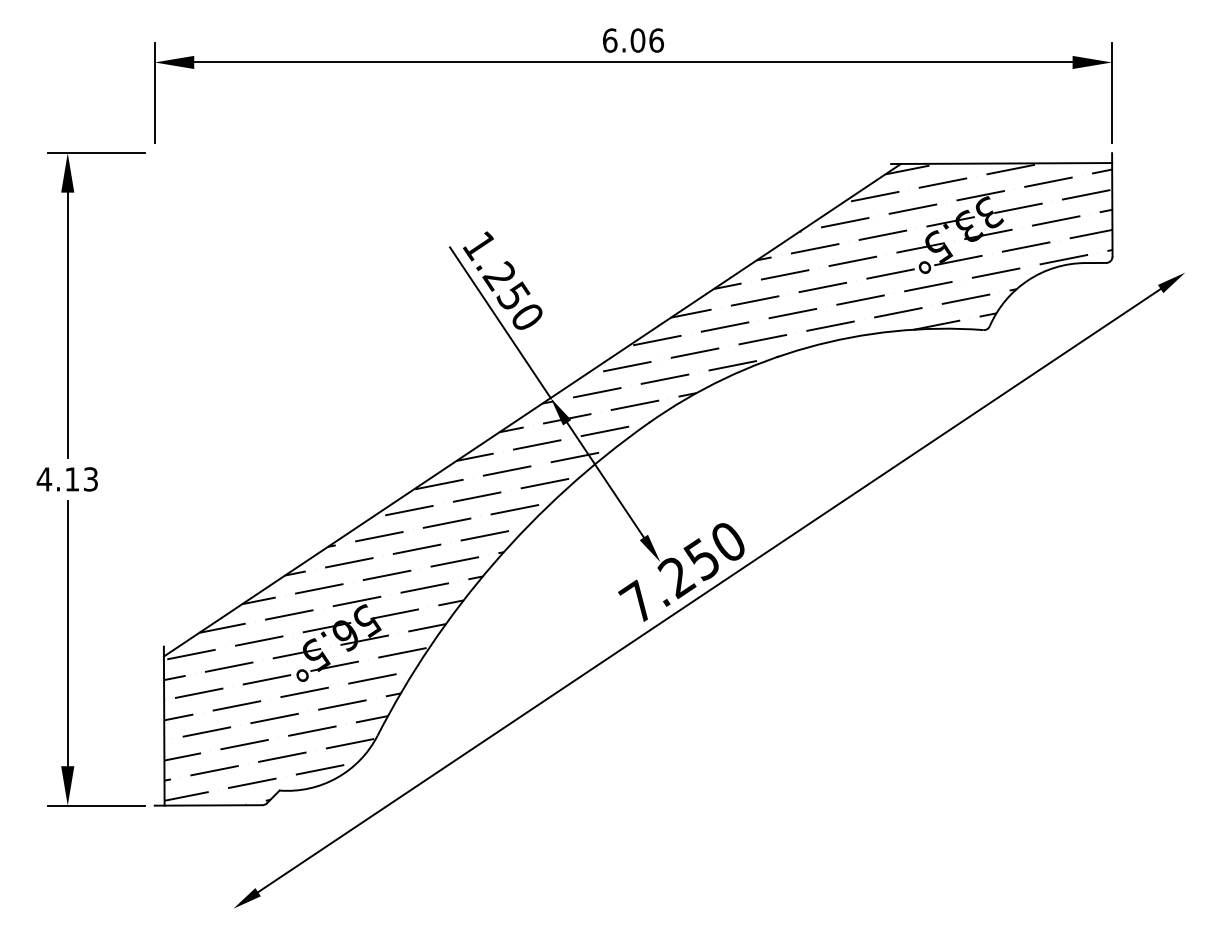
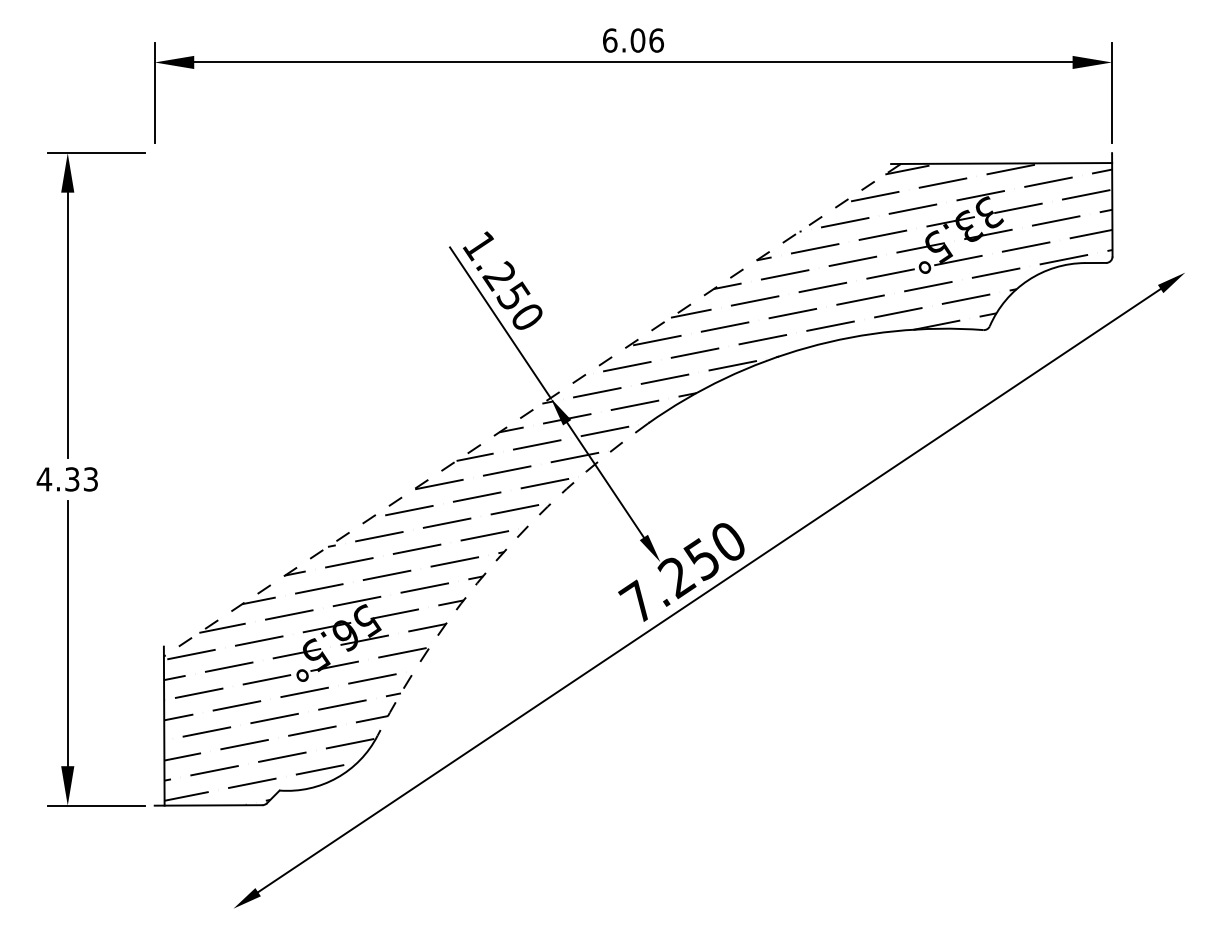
line at (532, 410): solid -> dashed
text at (72, 479): 4.13 -> 4.33
arc at (494, 563): solid -> dashed
